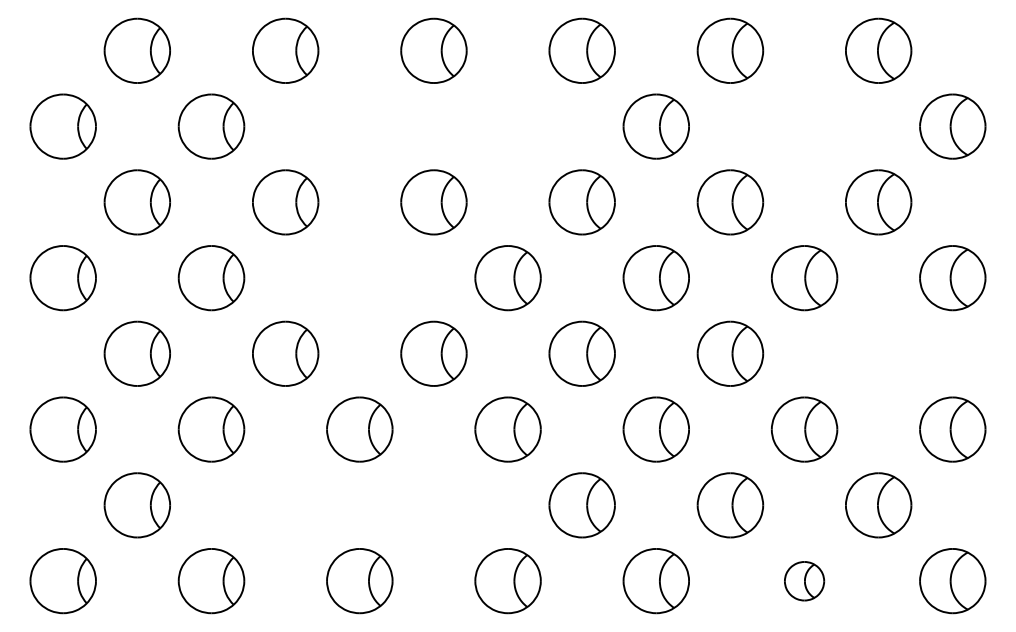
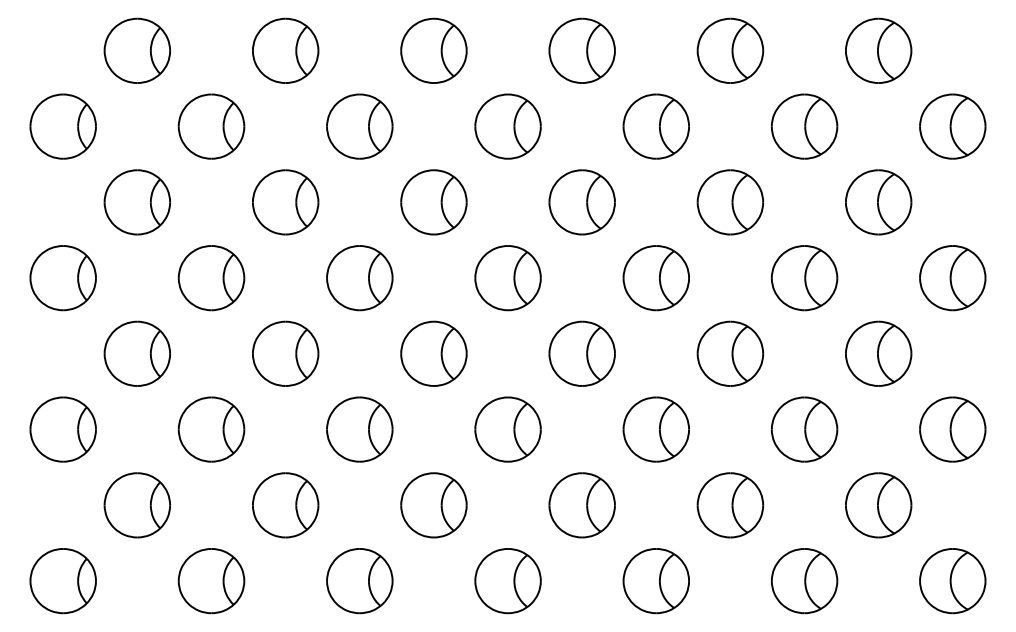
part at (359, 126): none -> present
part at (507, 126): none -> present
part at (804, 126): none -> present
part at (359, 278): none -> present
part at (878, 353): none -> present
part at (285, 505): none -> present
part at (433, 505): none -> present
part at (804, 581) size: 42x41 px -> 69x67 px
